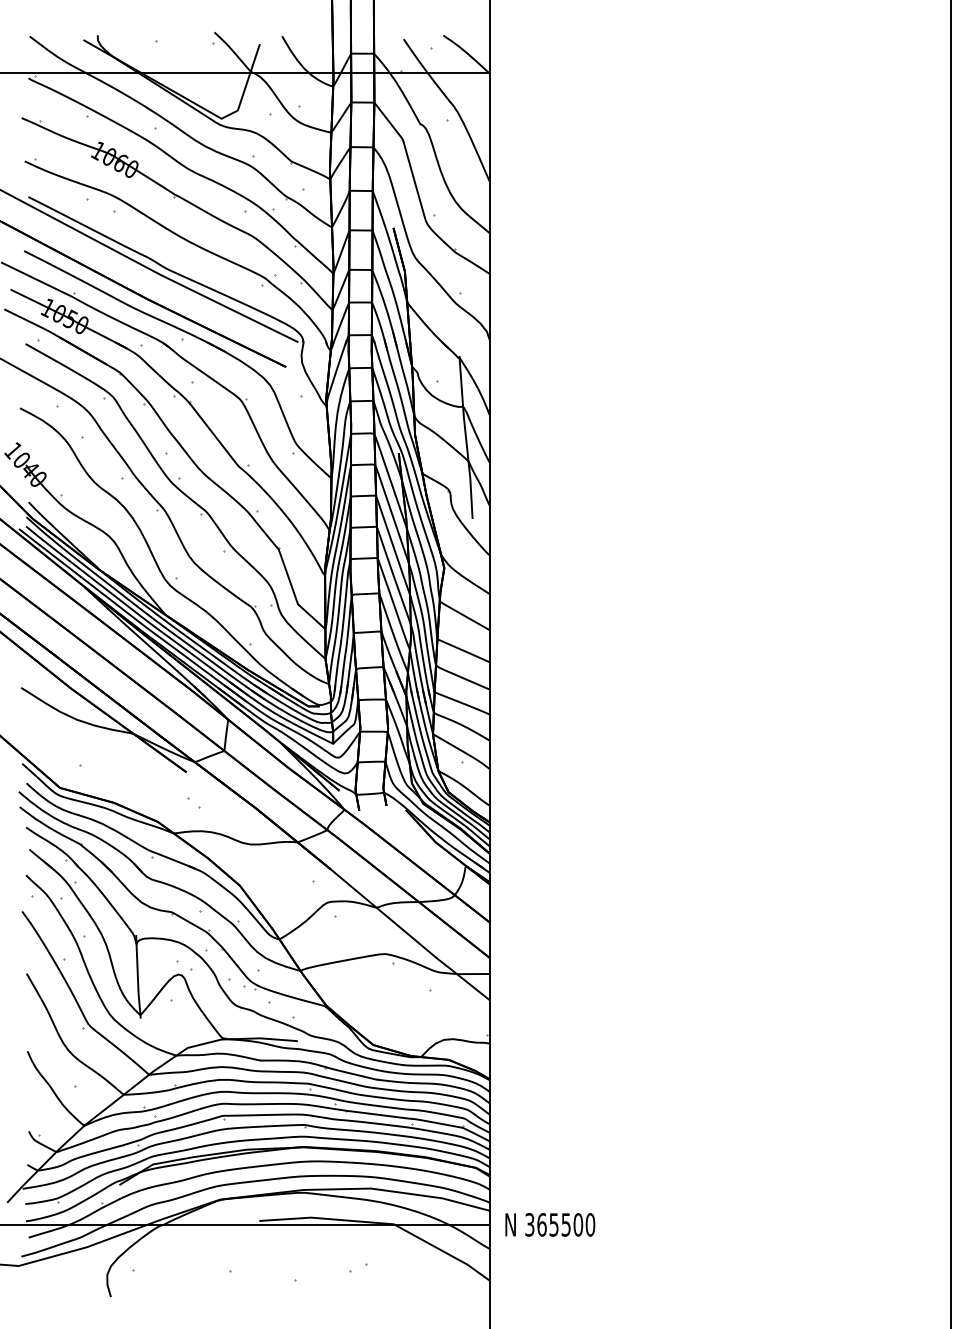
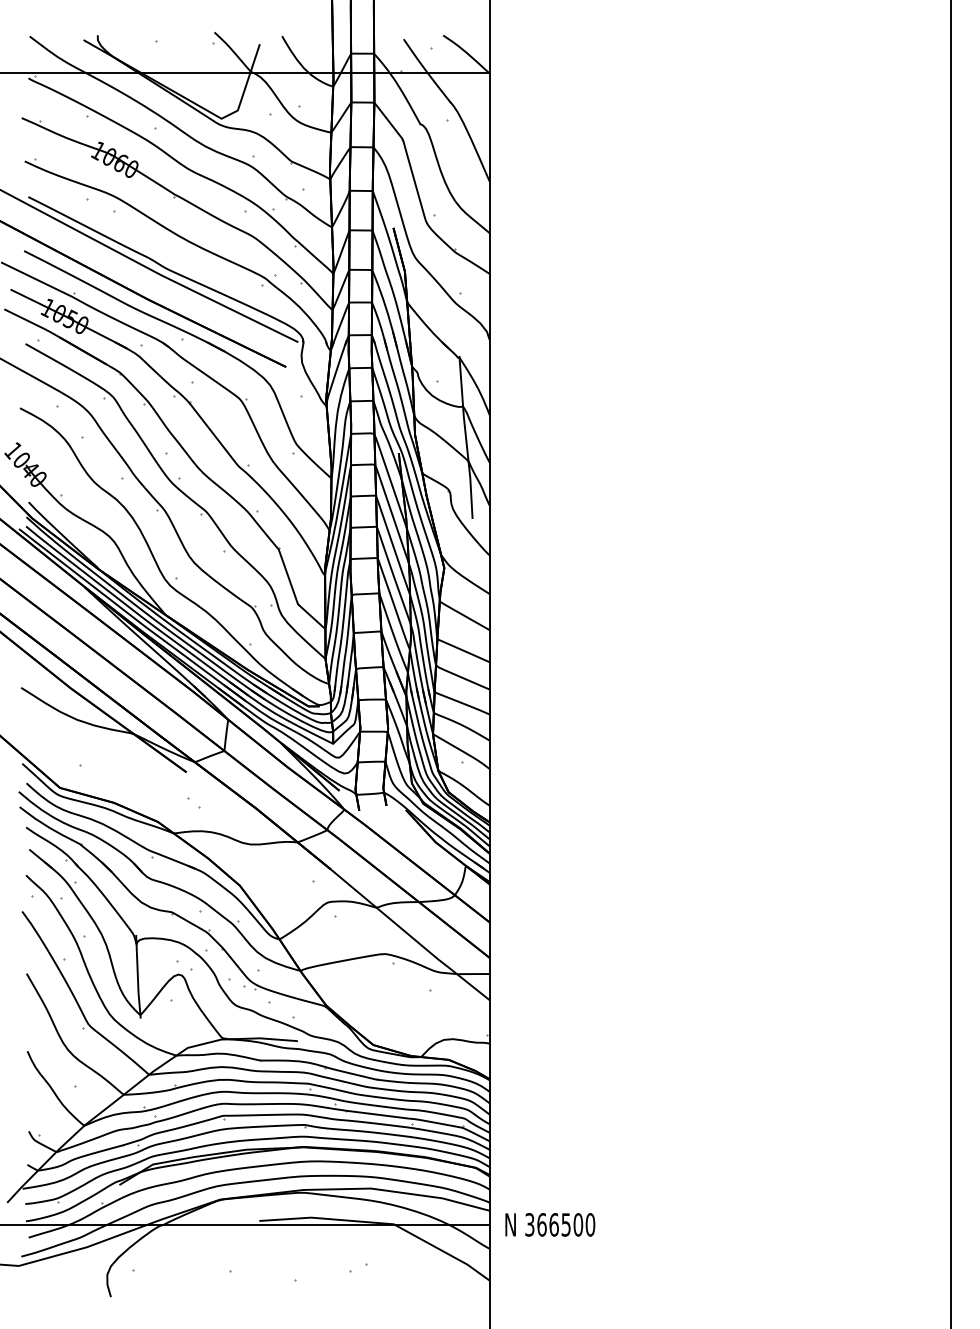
text at (553, 1224): 365500 -> 366500
